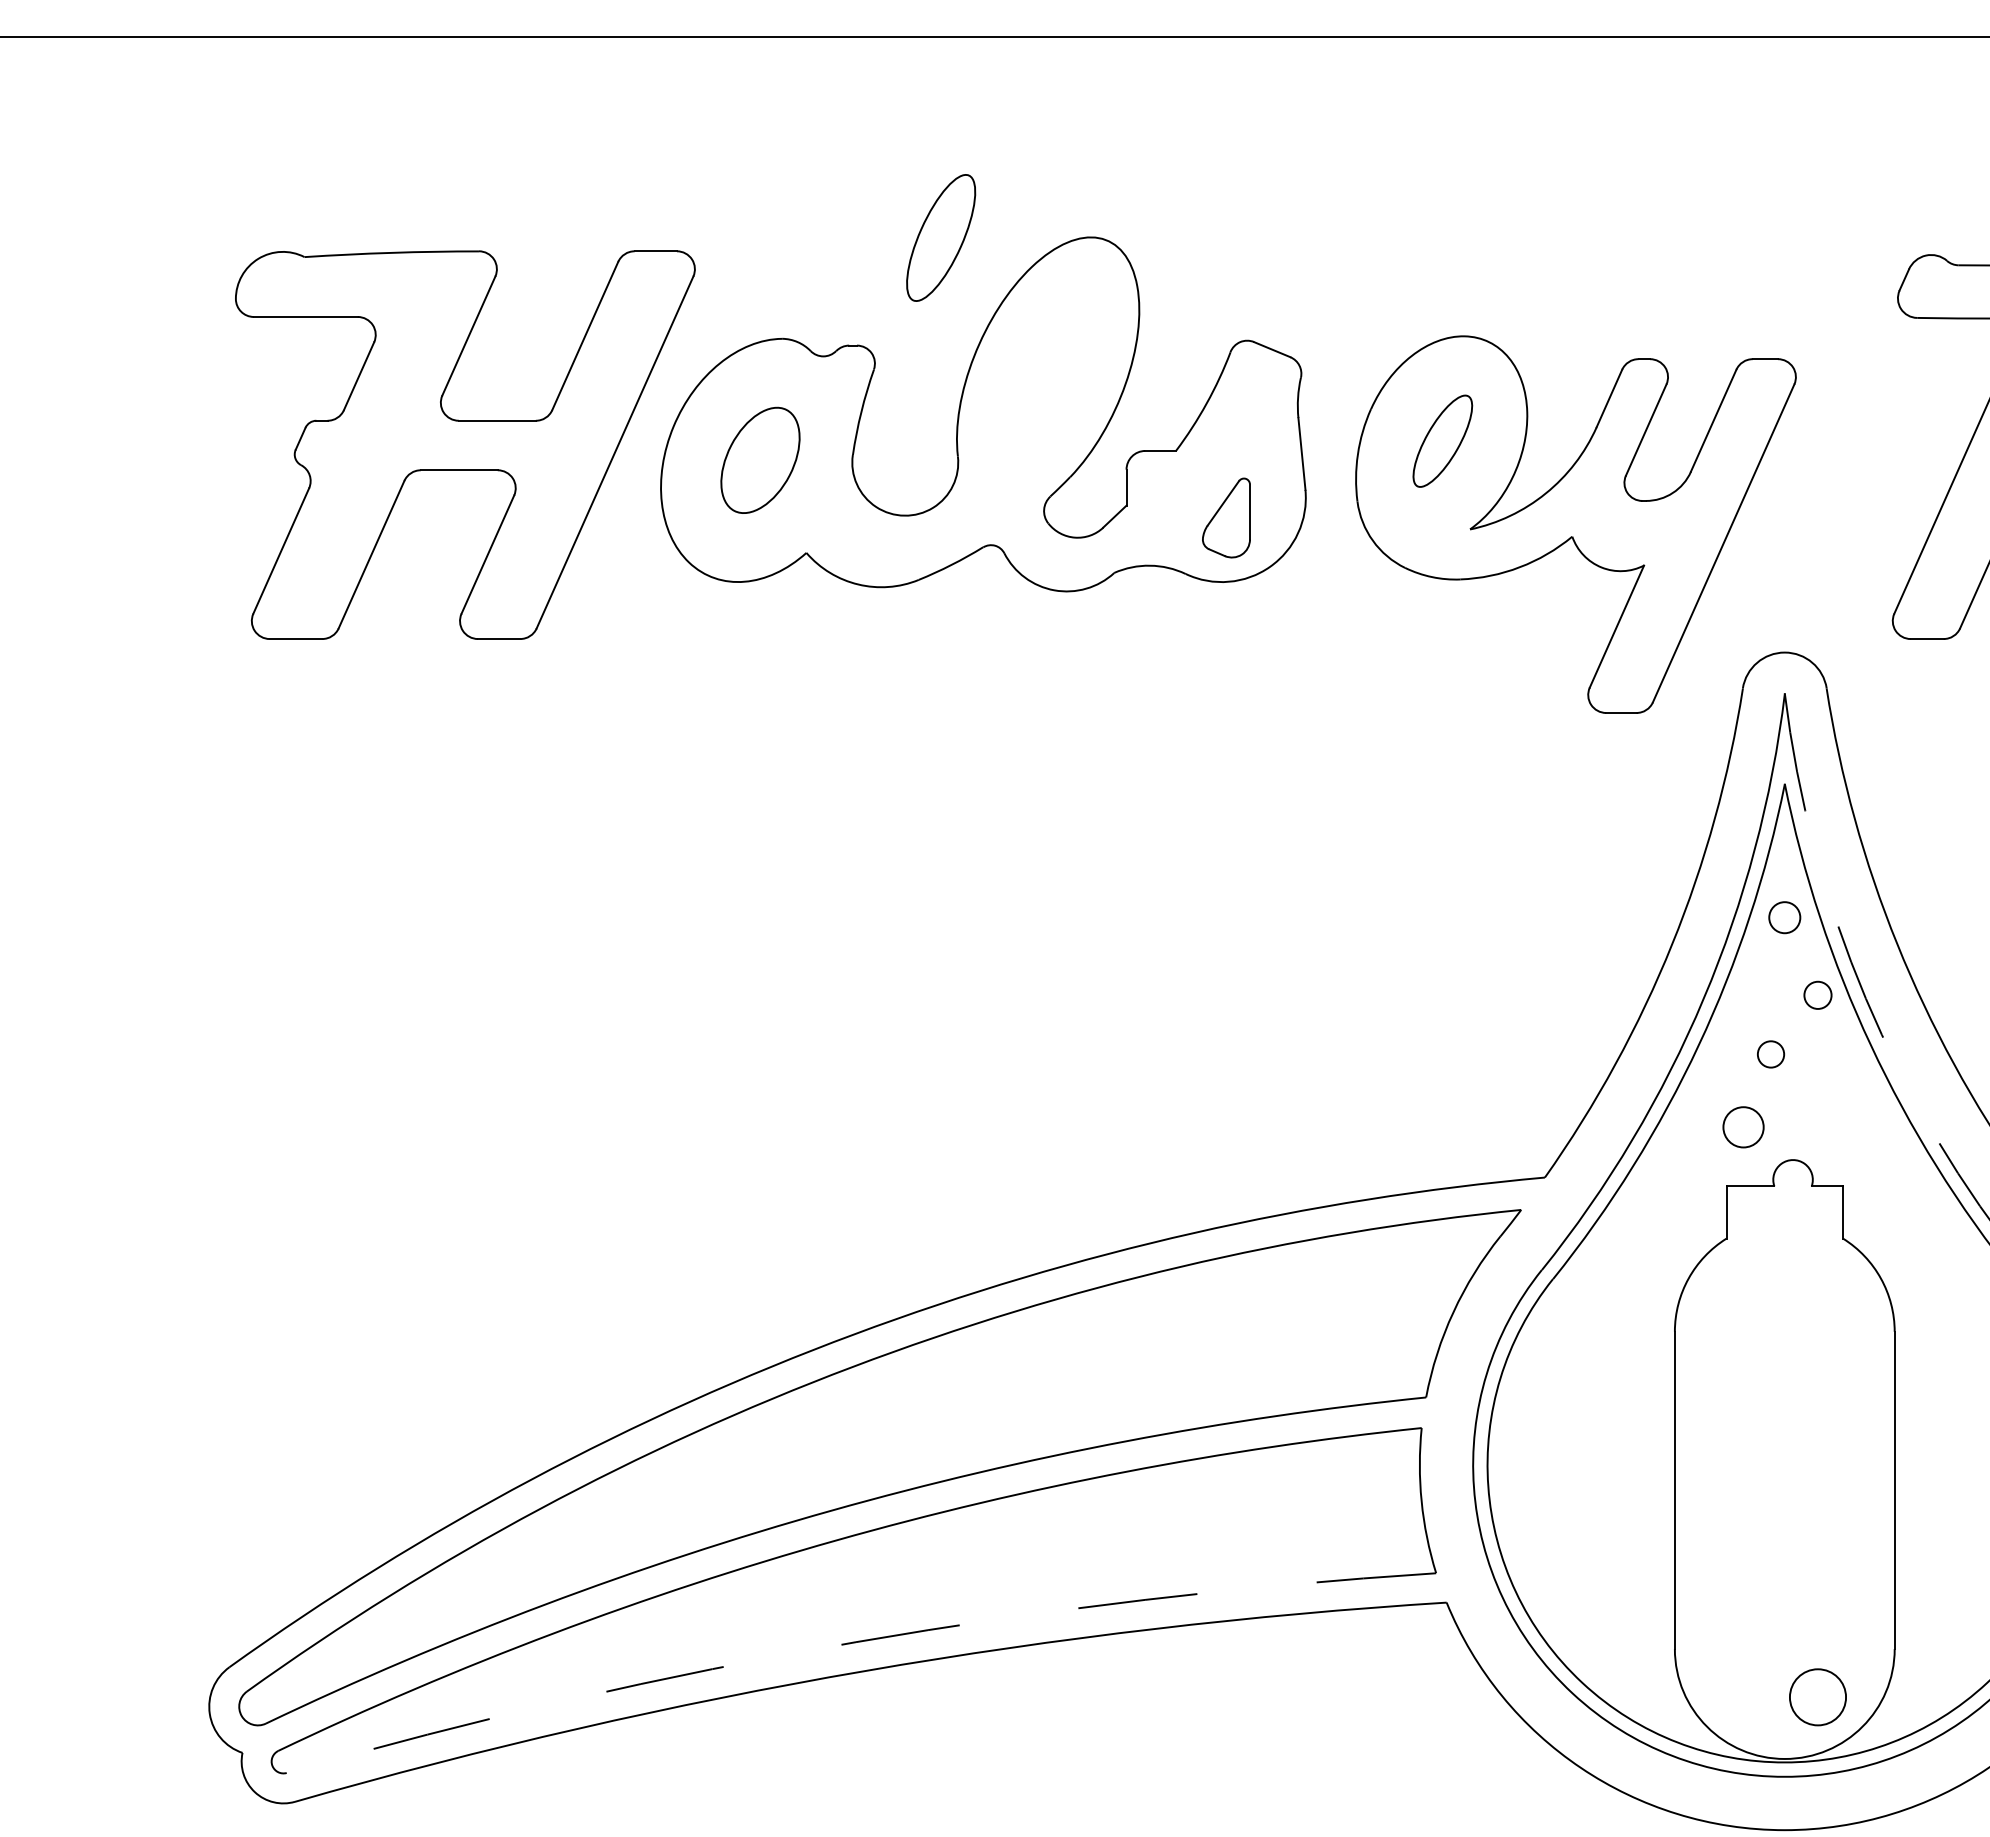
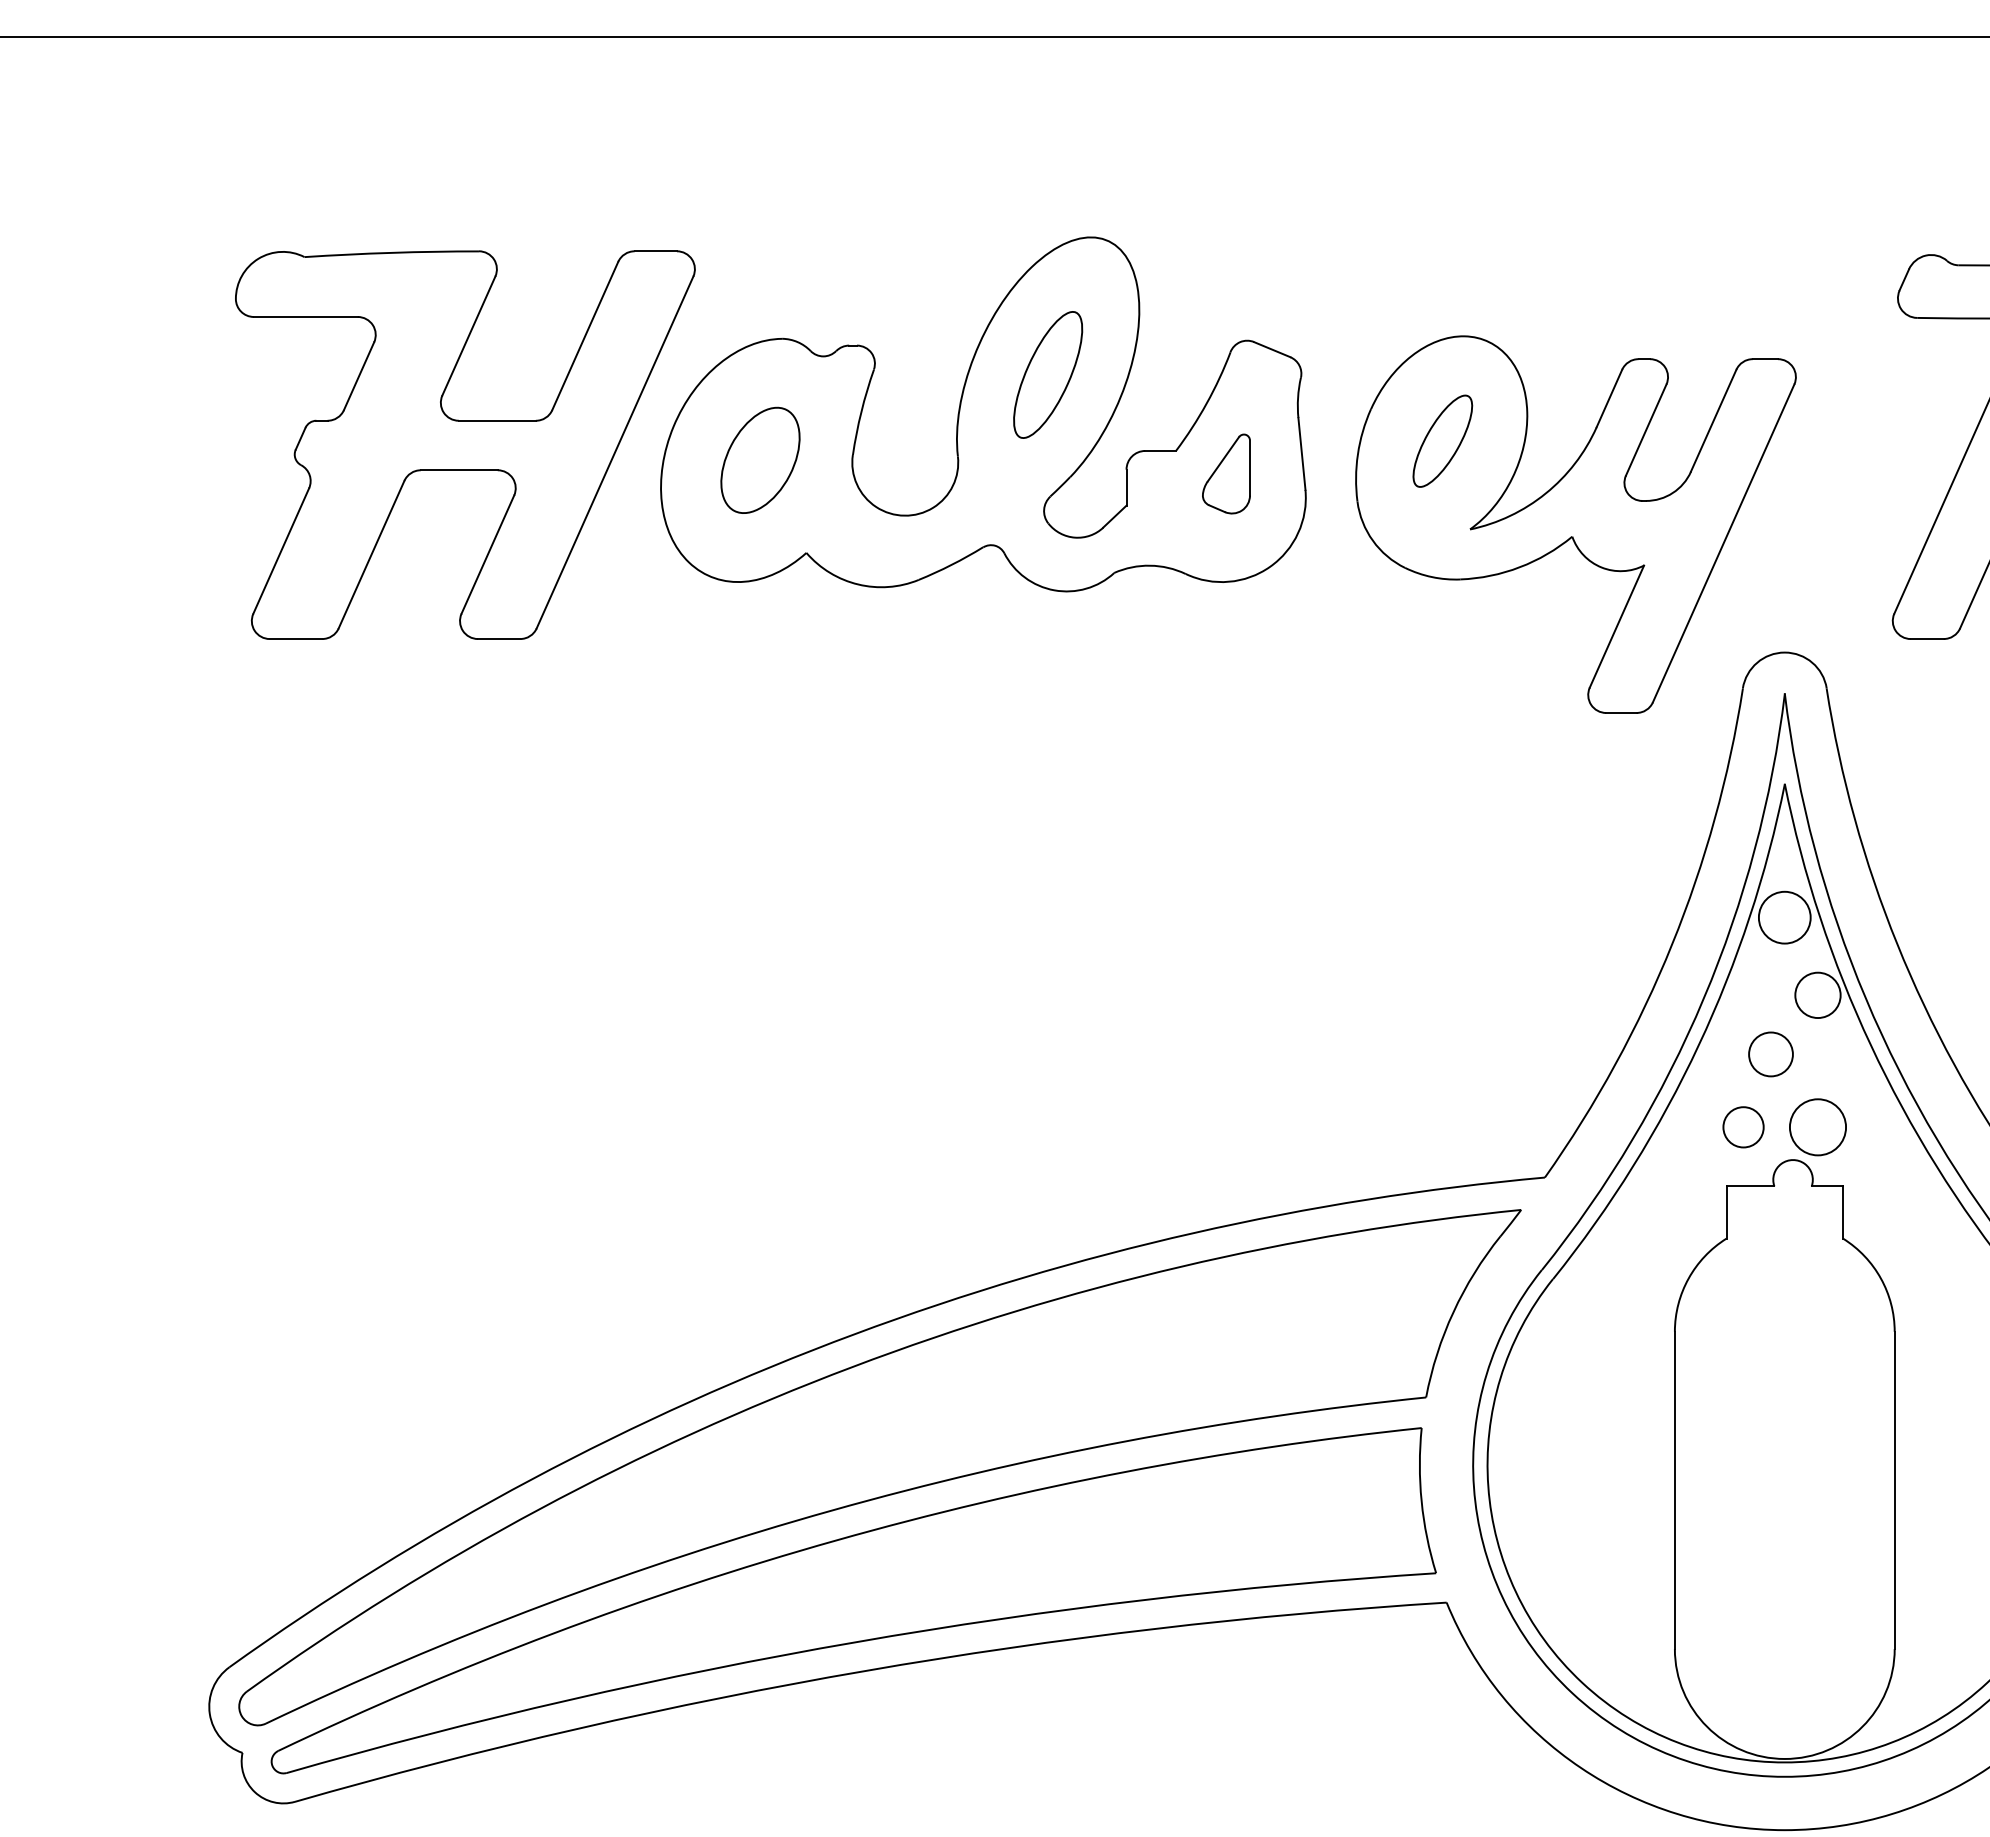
part at (941, 237) position: (941, 237) -> (1048, 374)
part at (1226, 517) position: (1226, 517) -> (1226, 473)
circle at (1784, 917) diameter: 31 px -> 52 px
arc at (1854, 970): dashed -> solid
circle at (1817, 994) diameter: 27 px -> 45 px
circle at (1770, 1054) diameter: 26 px -> 44 px
arc at (856, 1642): dashed -> solid
circle at (1817, 1697) position: (1817, 1697) -> (1817, 1127)
